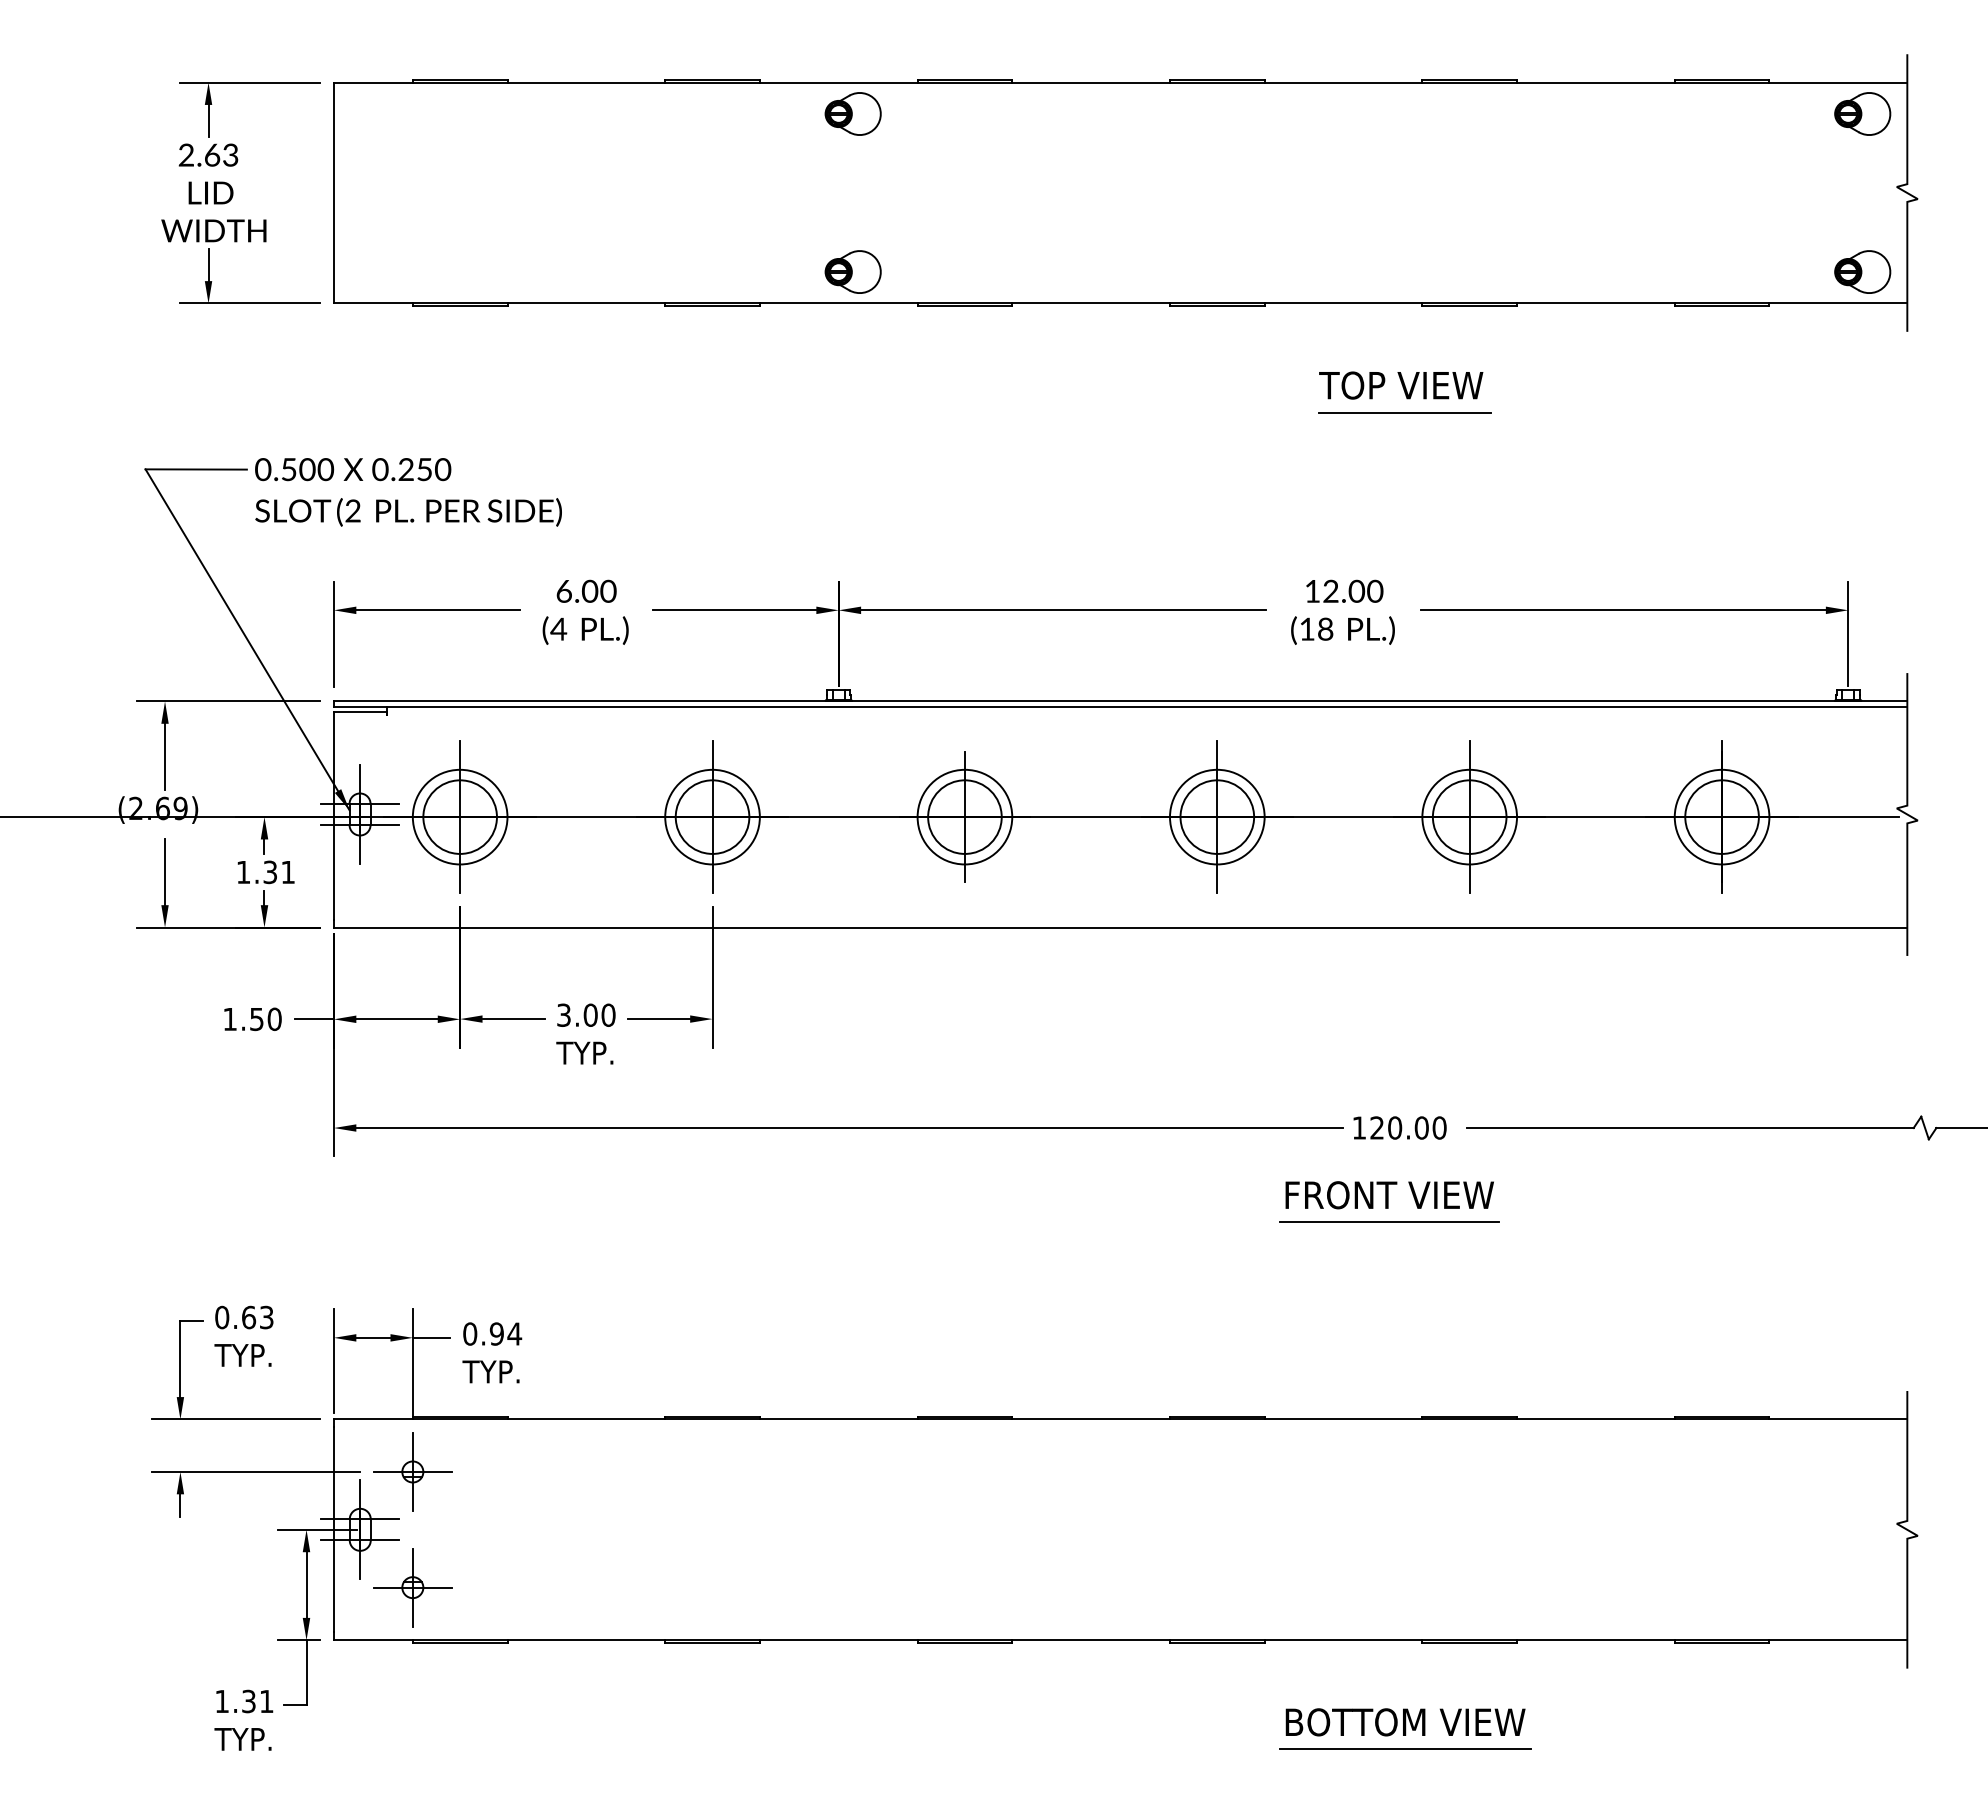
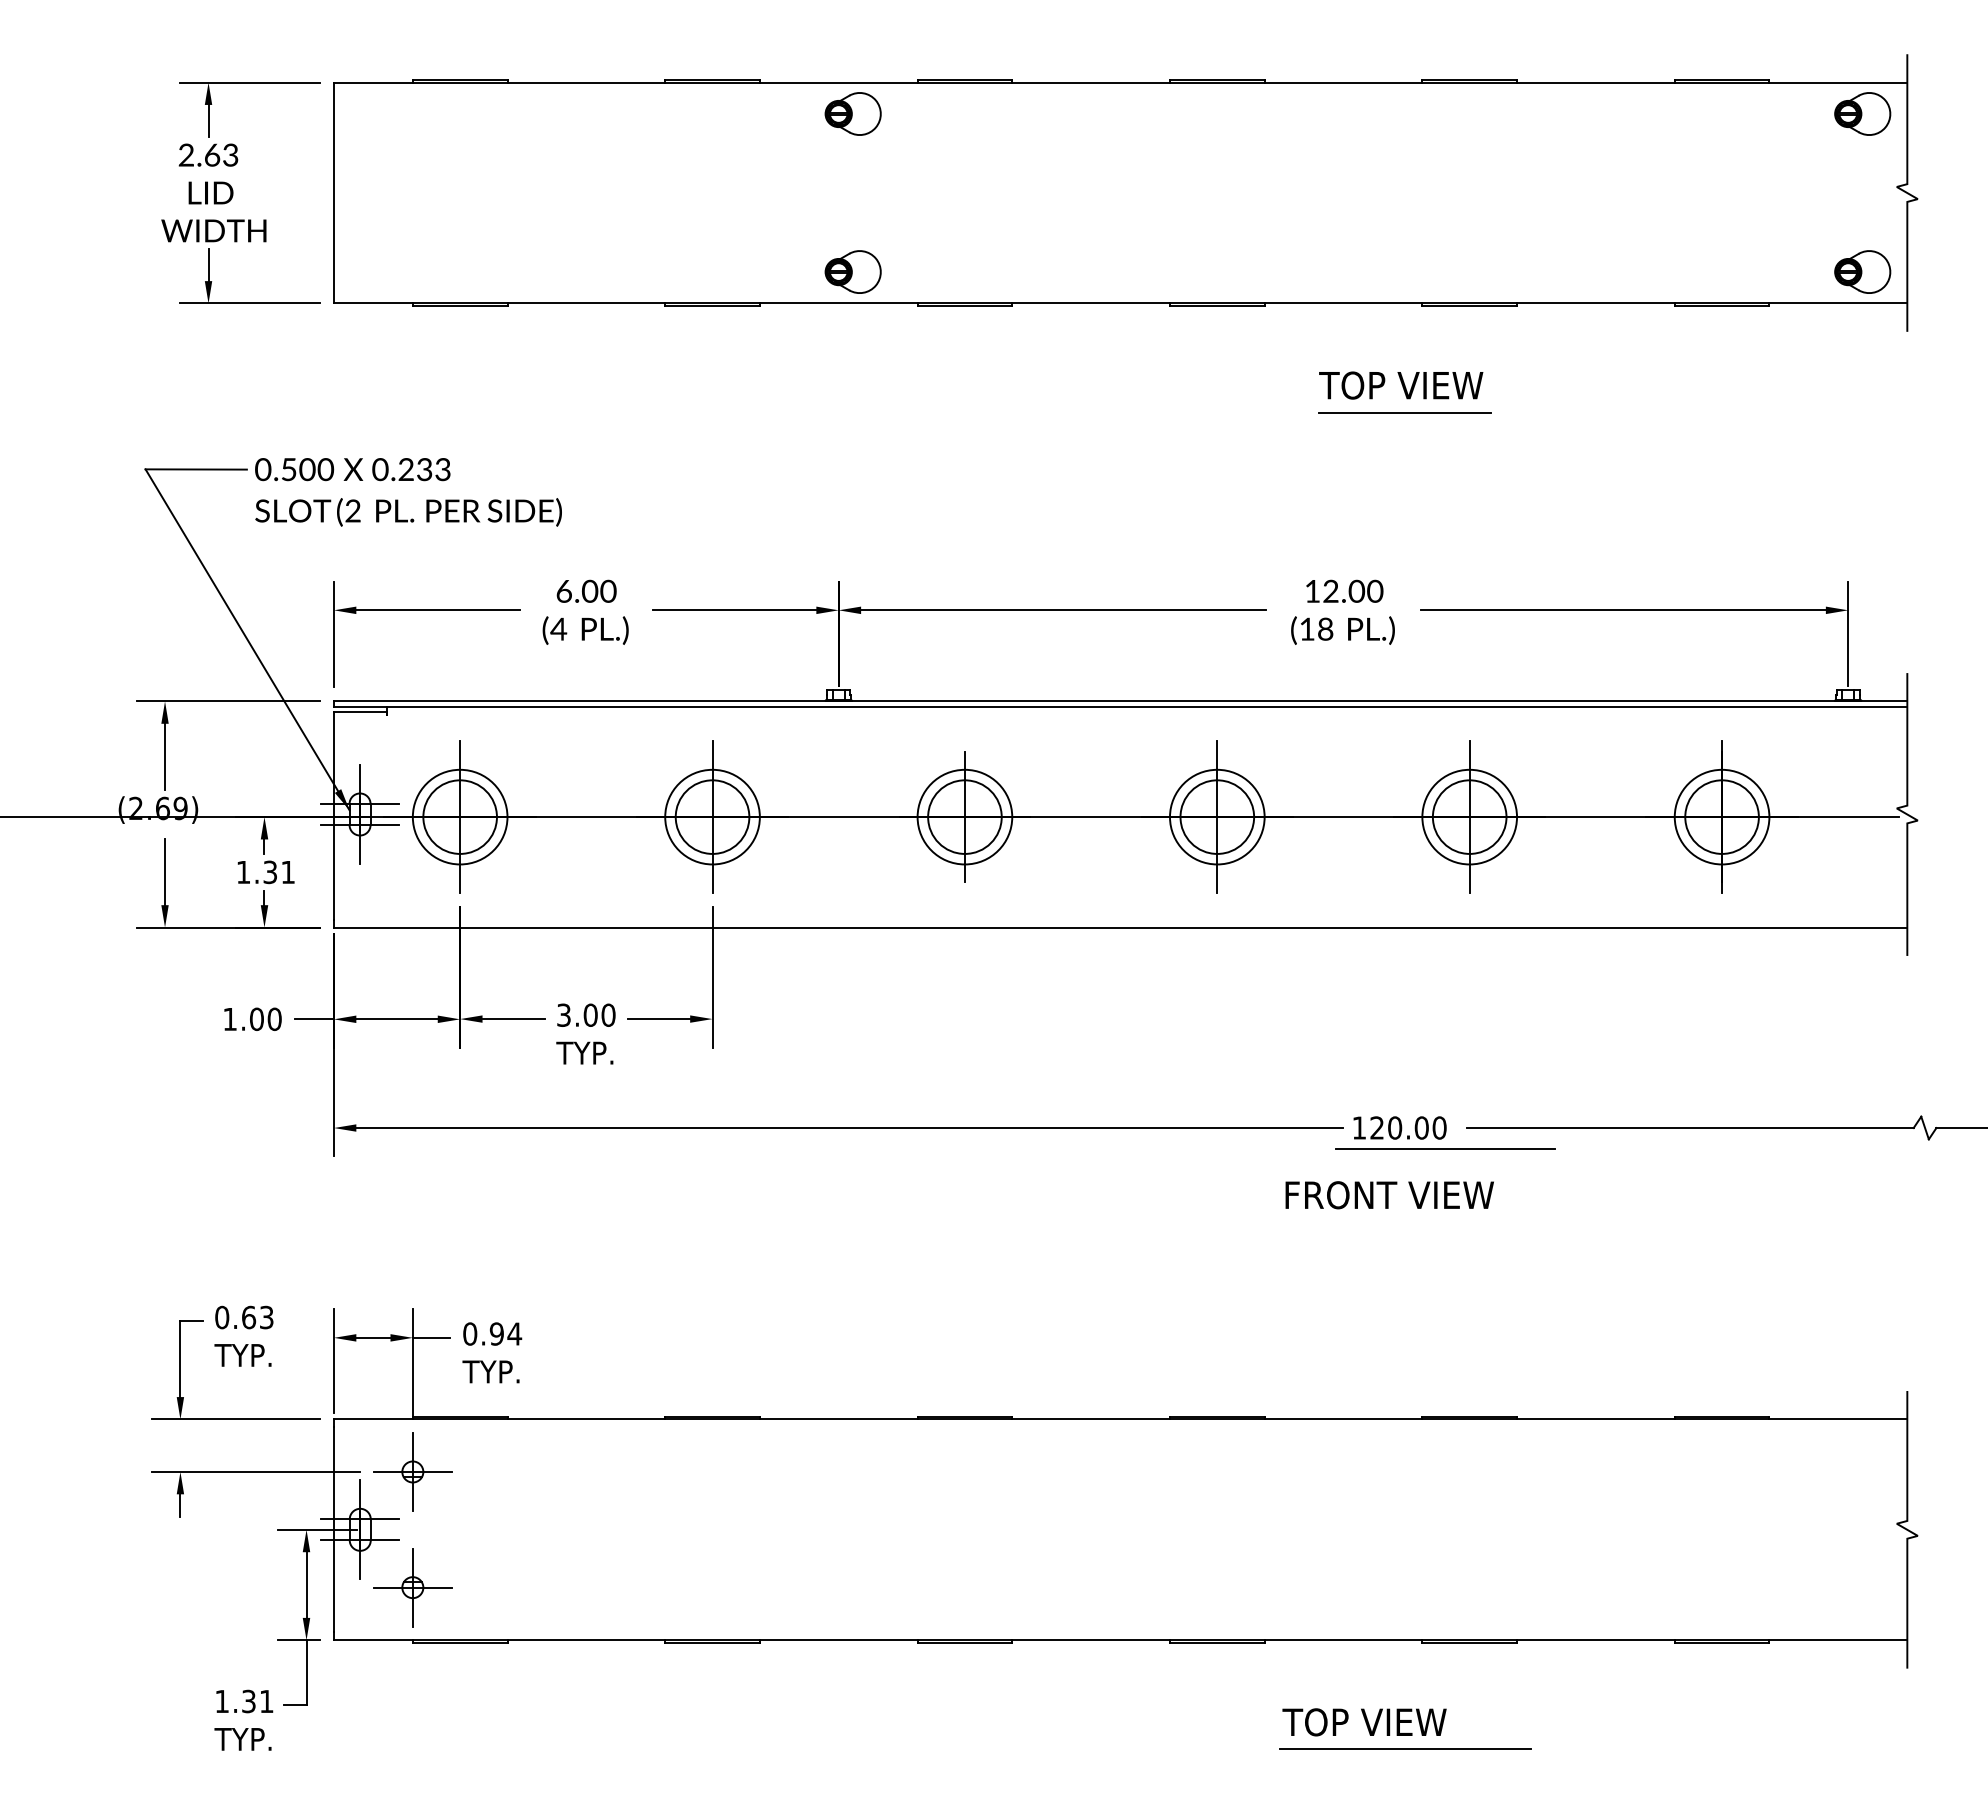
text at (434, 469): 0.250 -> 0.233
text at (256, 1019): 1.50 -> 1.00
line at (1389, 1221) position: (1389, 1221) -> (1445, 1148)
text at (1403, 1722): BOTTOM VIEW -> TOP VIEW
